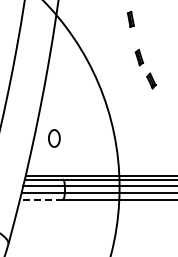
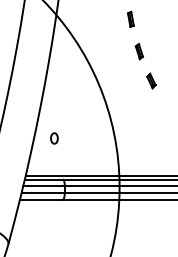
part at (138, 57) position: (138, 57) -> (138, 51)
part at (54, 138) size: 13x19 px -> 9x13 px
line at (40, 199): dashed -> solid
